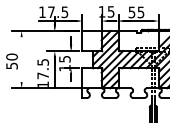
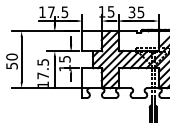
text at (132, 11): 55 -> 35
line at (21, 59): none -> present
